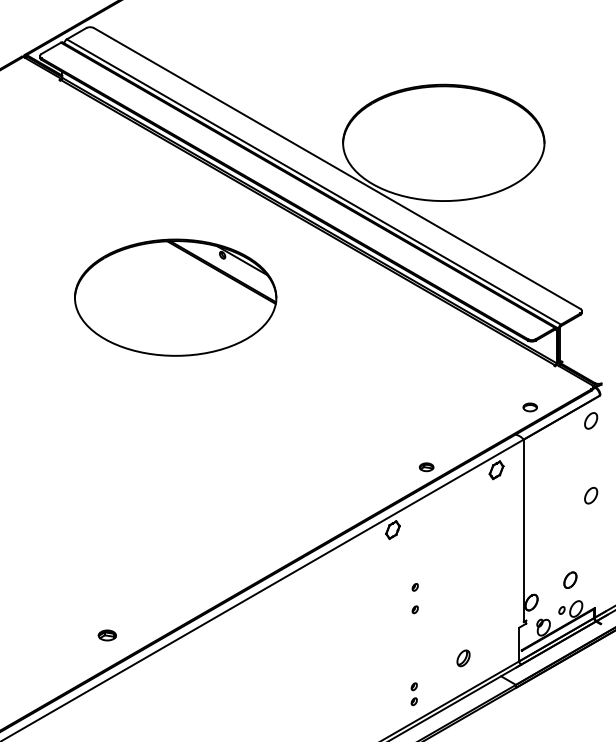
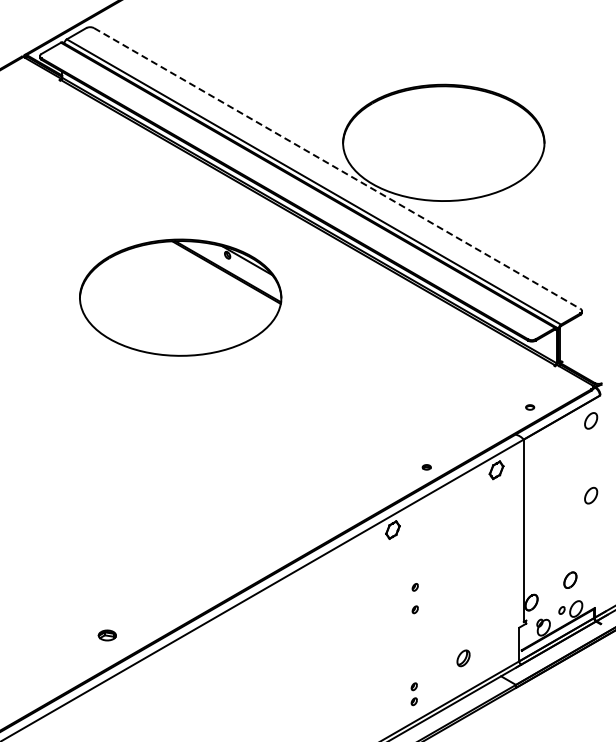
line at (337, 168): solid -> dashed
part at (175, 297) position: (175, 297) -> (180, 297)
part at (529, 407) size: 16x11 px -> 11x7 px
part at (426, 467) size: 16x11 px -> 11x7 px
